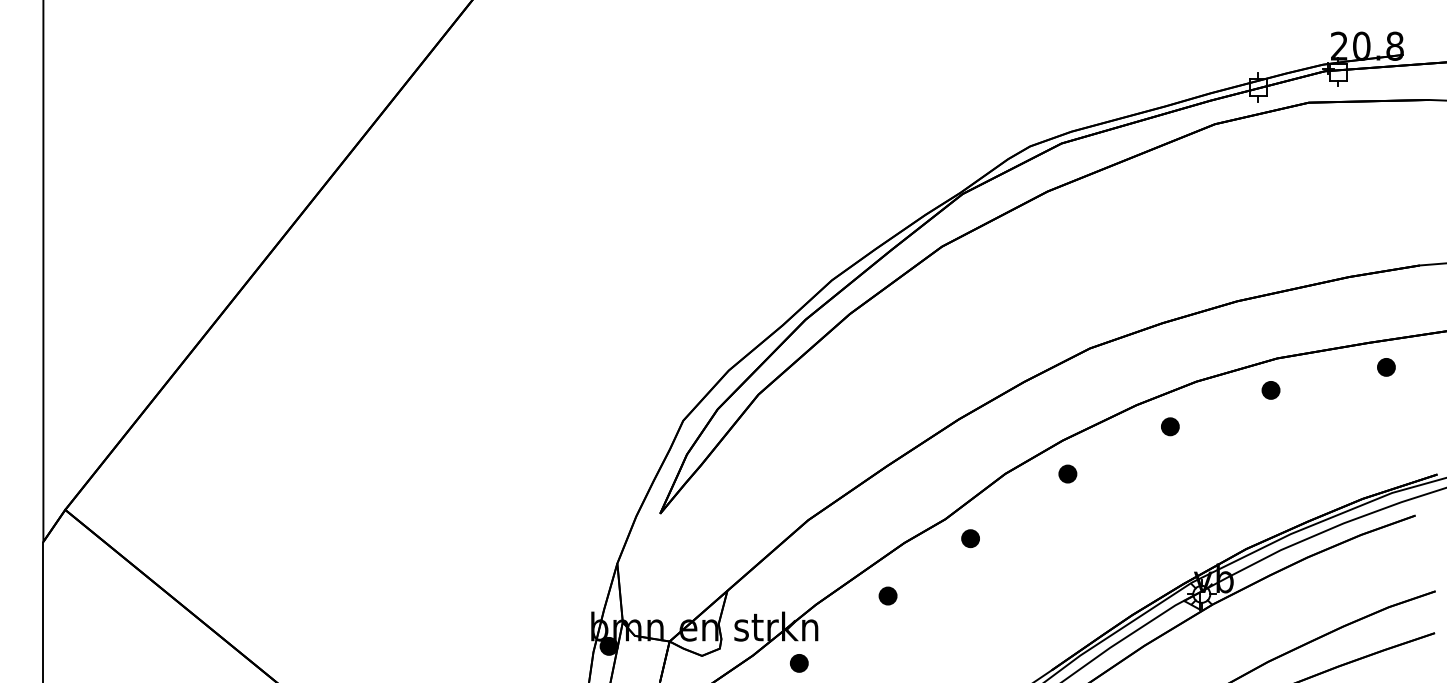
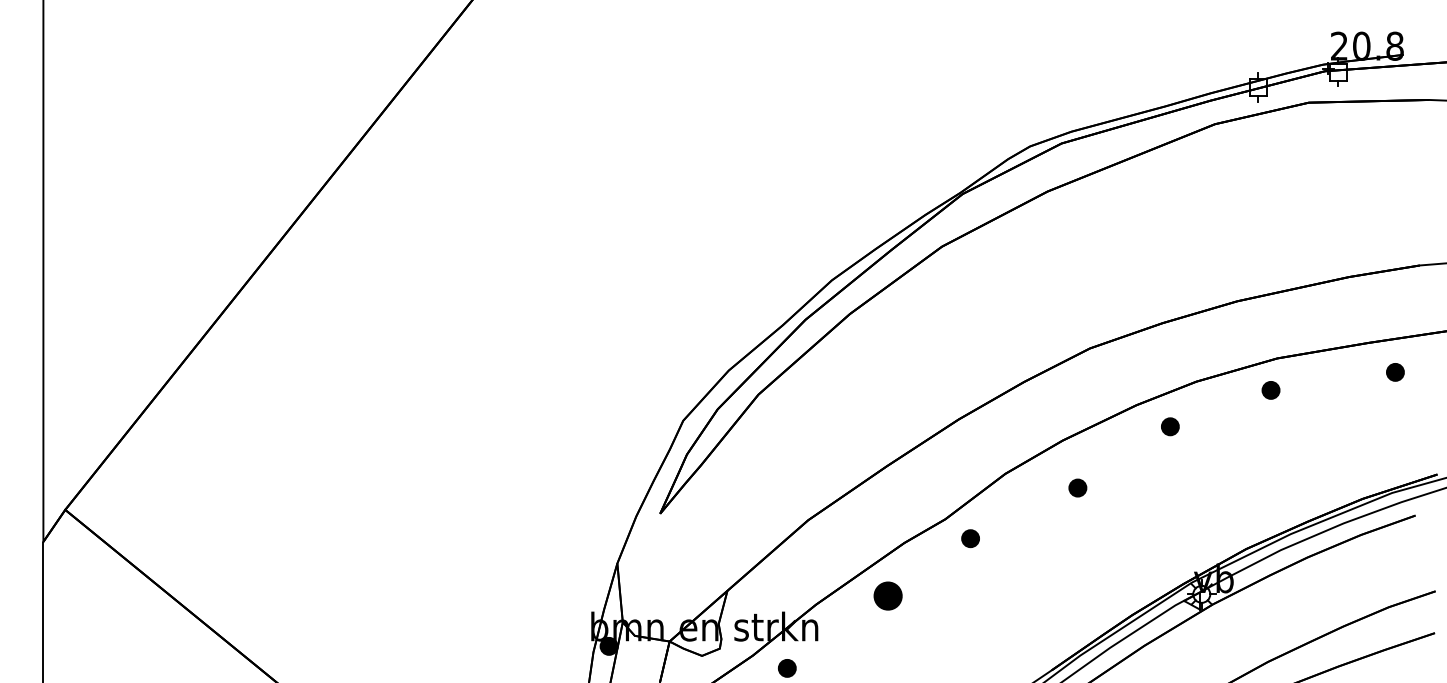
part at (1386, 367) position: (1386, 367) -> (1395, 372)
part at (1067, 473) position: (1067, 473) -> (1077, 487)
part at (887, 595) size: 20x20 px -> 30x30 px
part at (799, 663) position: (799, 663) -> (787, 668)
